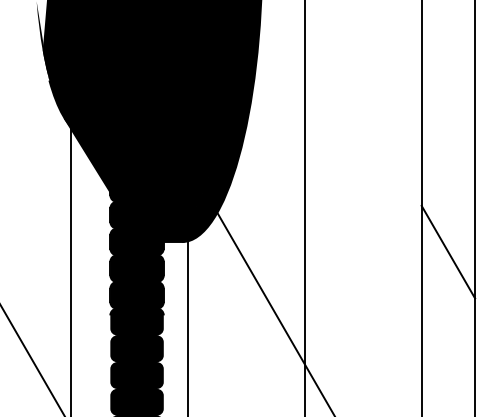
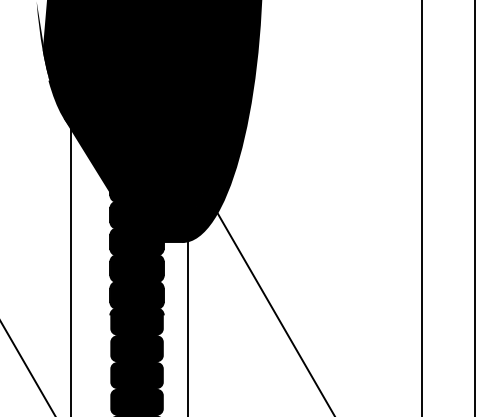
line at (304, 207): present -> none
line at (448, 251): present -> none
line at (32, 360) position: (32, 360) -> (28, 368)
